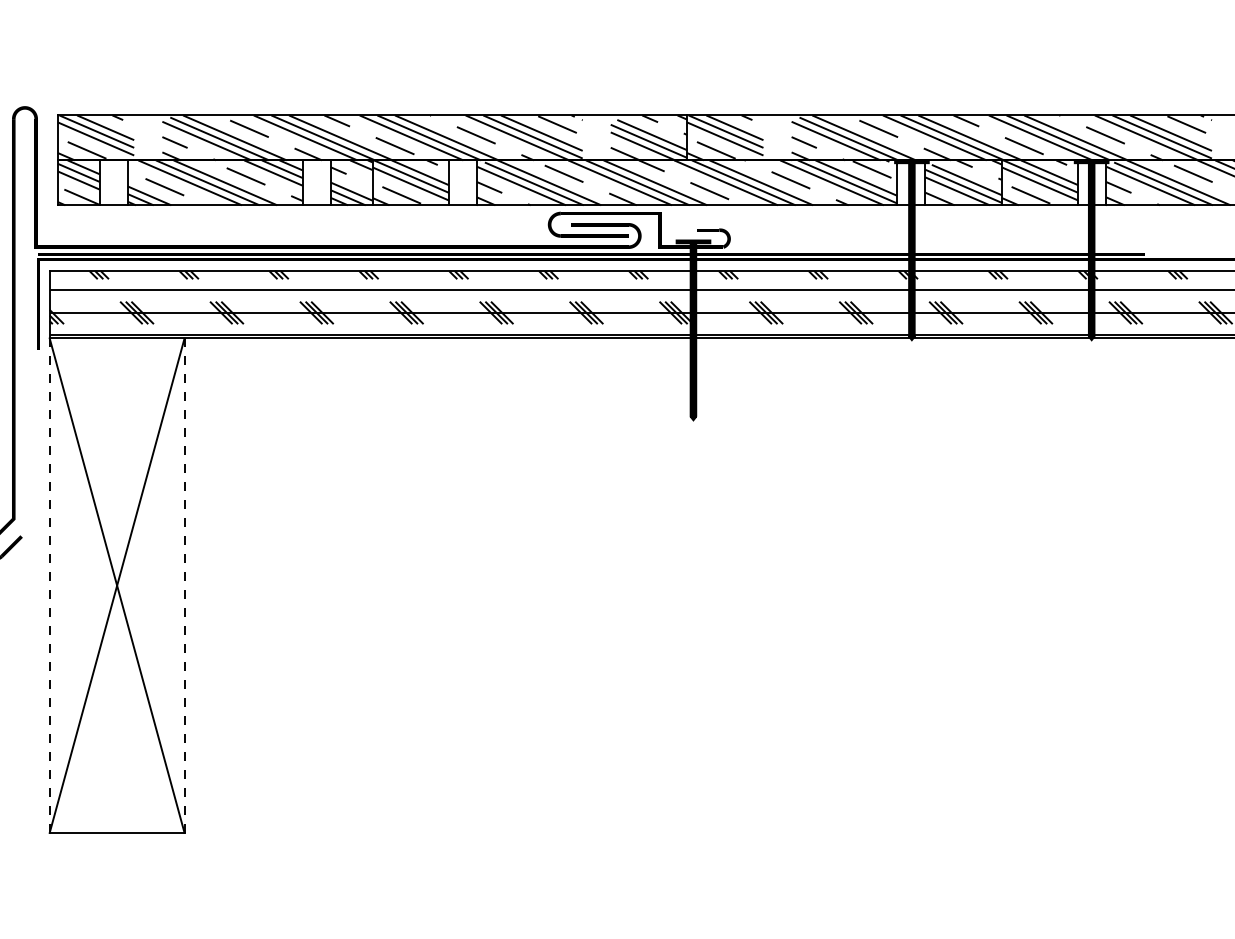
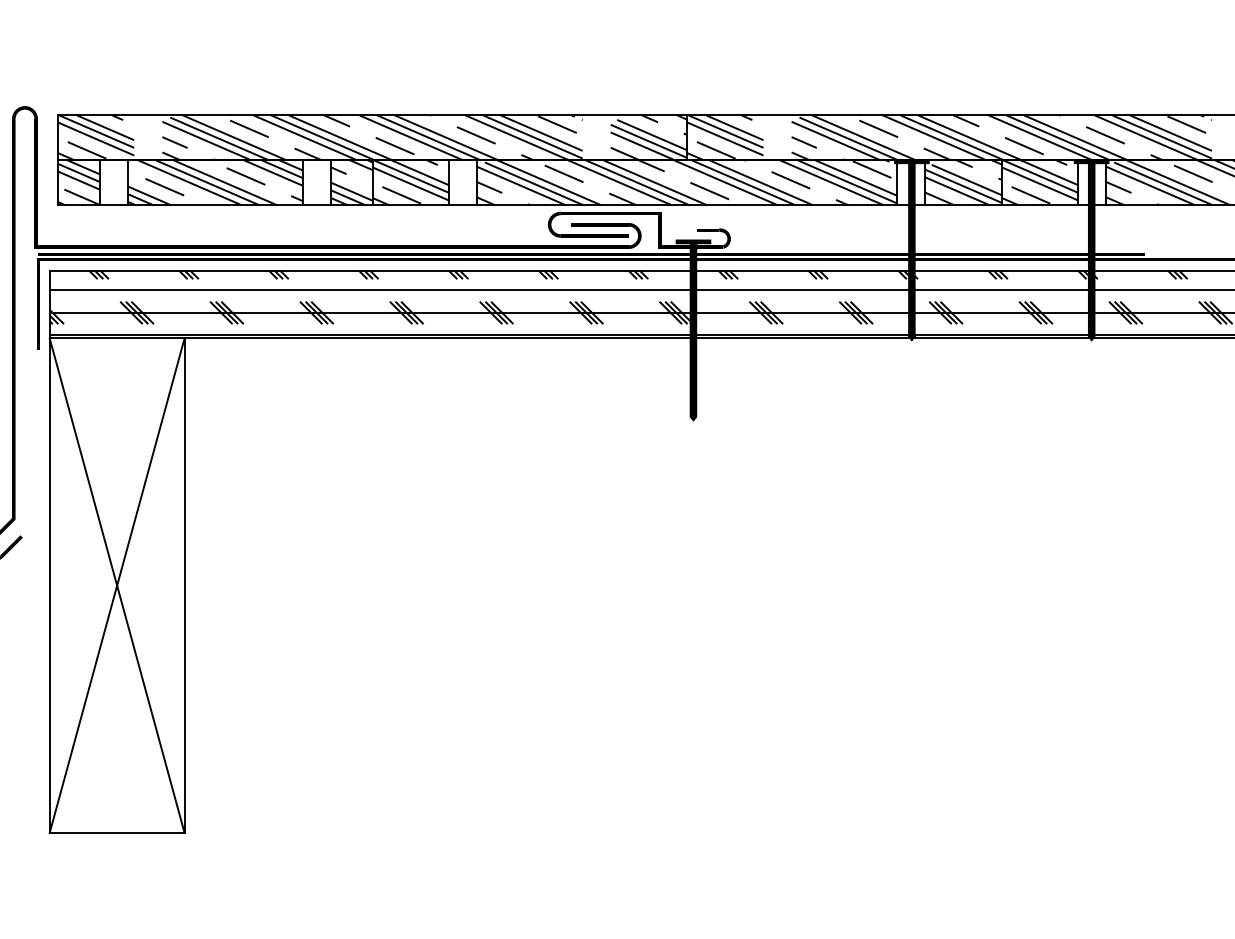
line at (49, 586): dashed -> solid
line at (184, 586): dashed -> solid
